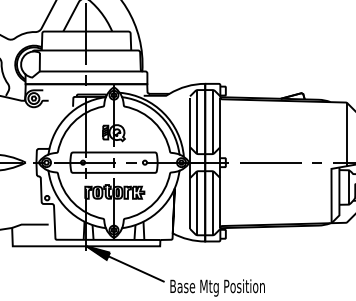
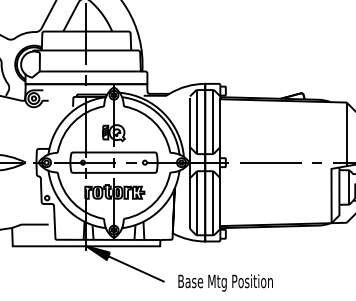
text at (217, 287) position: (217, 287) -> (225, 282)
